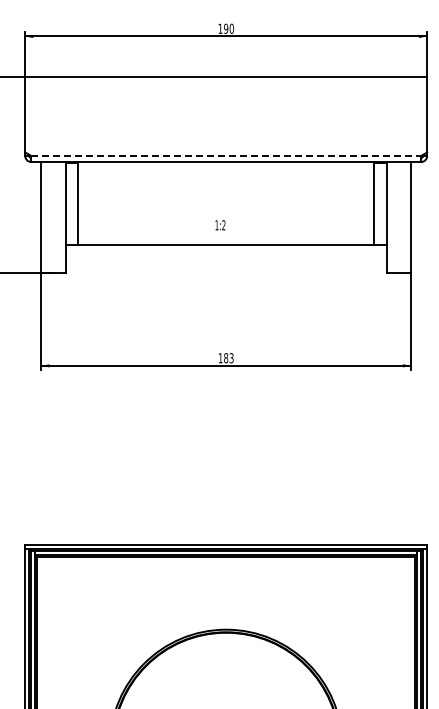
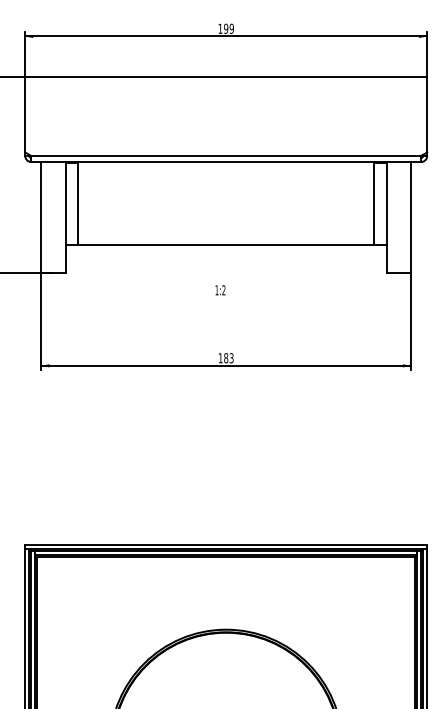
text at (231, 28): 190 -> 199
line at (226, 155): dashed -> solid
text at (220, 225) position: (220, 225) -> (220, 290)
